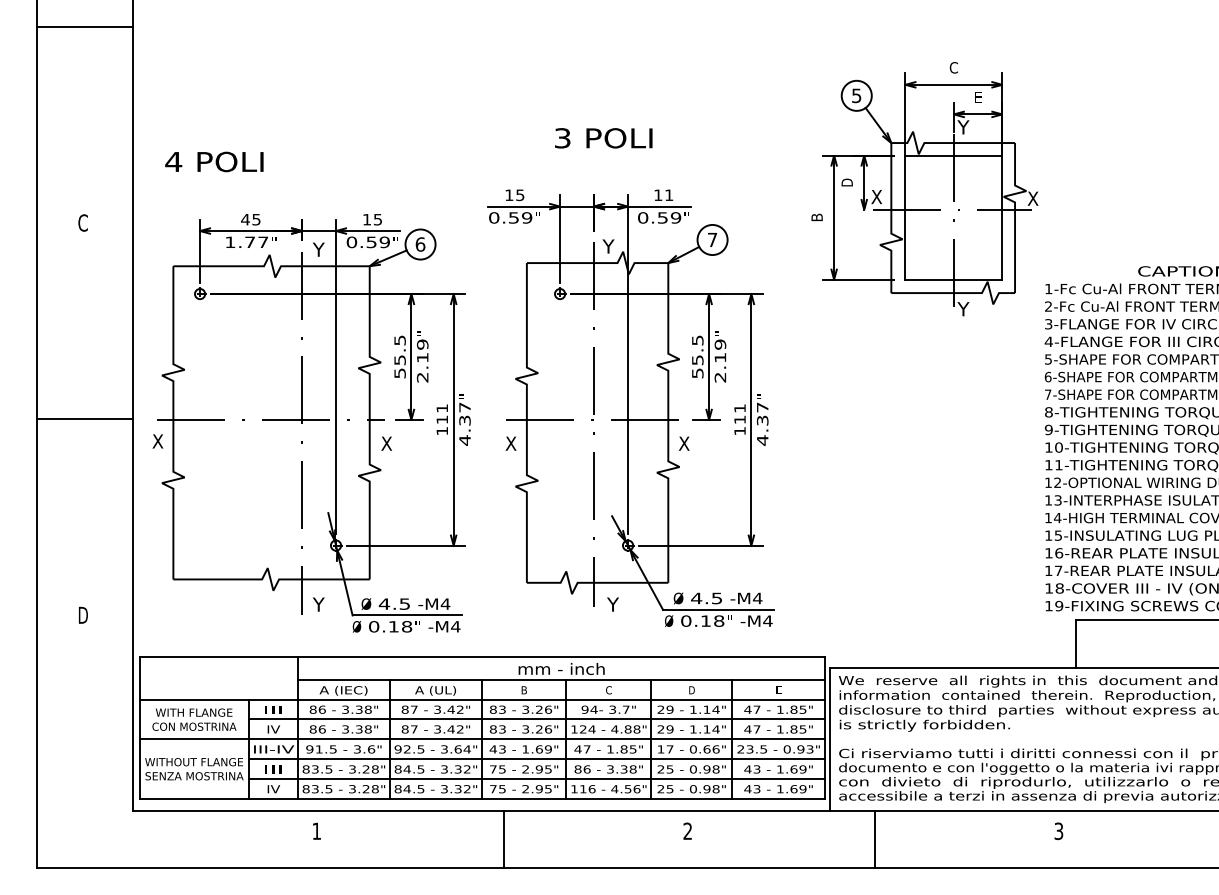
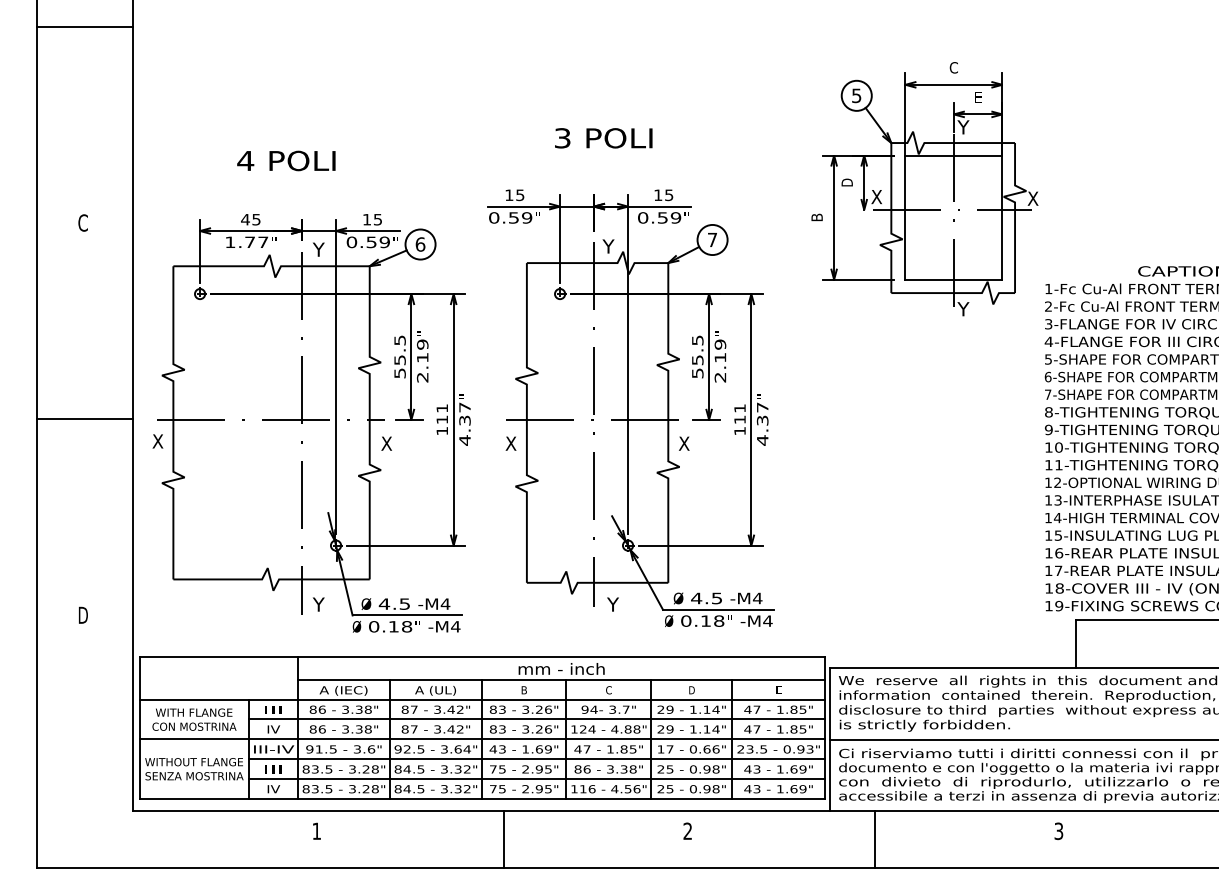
text at (214, 161) position: (214, 161) -> (286, 160)
text at (669, 195): 11 -> 15
line at (1022, 739): none -> present
